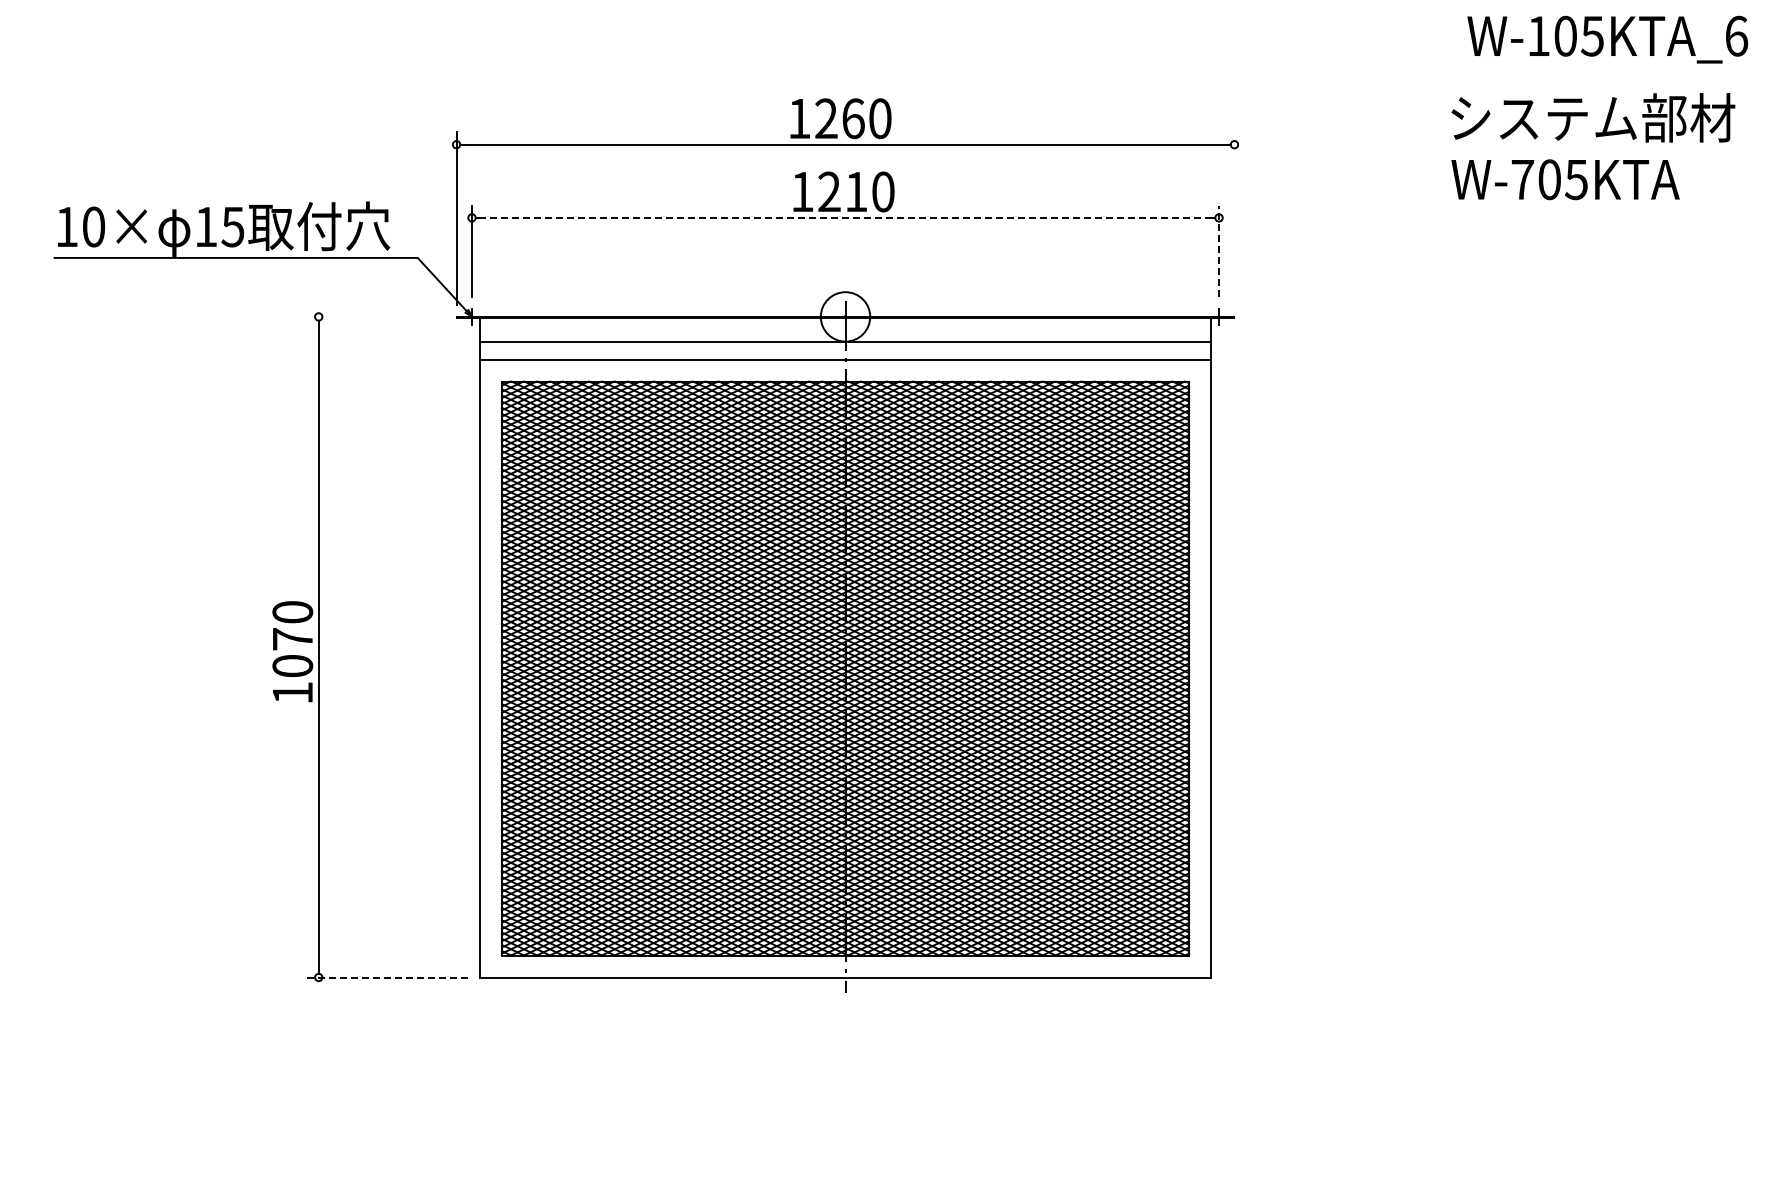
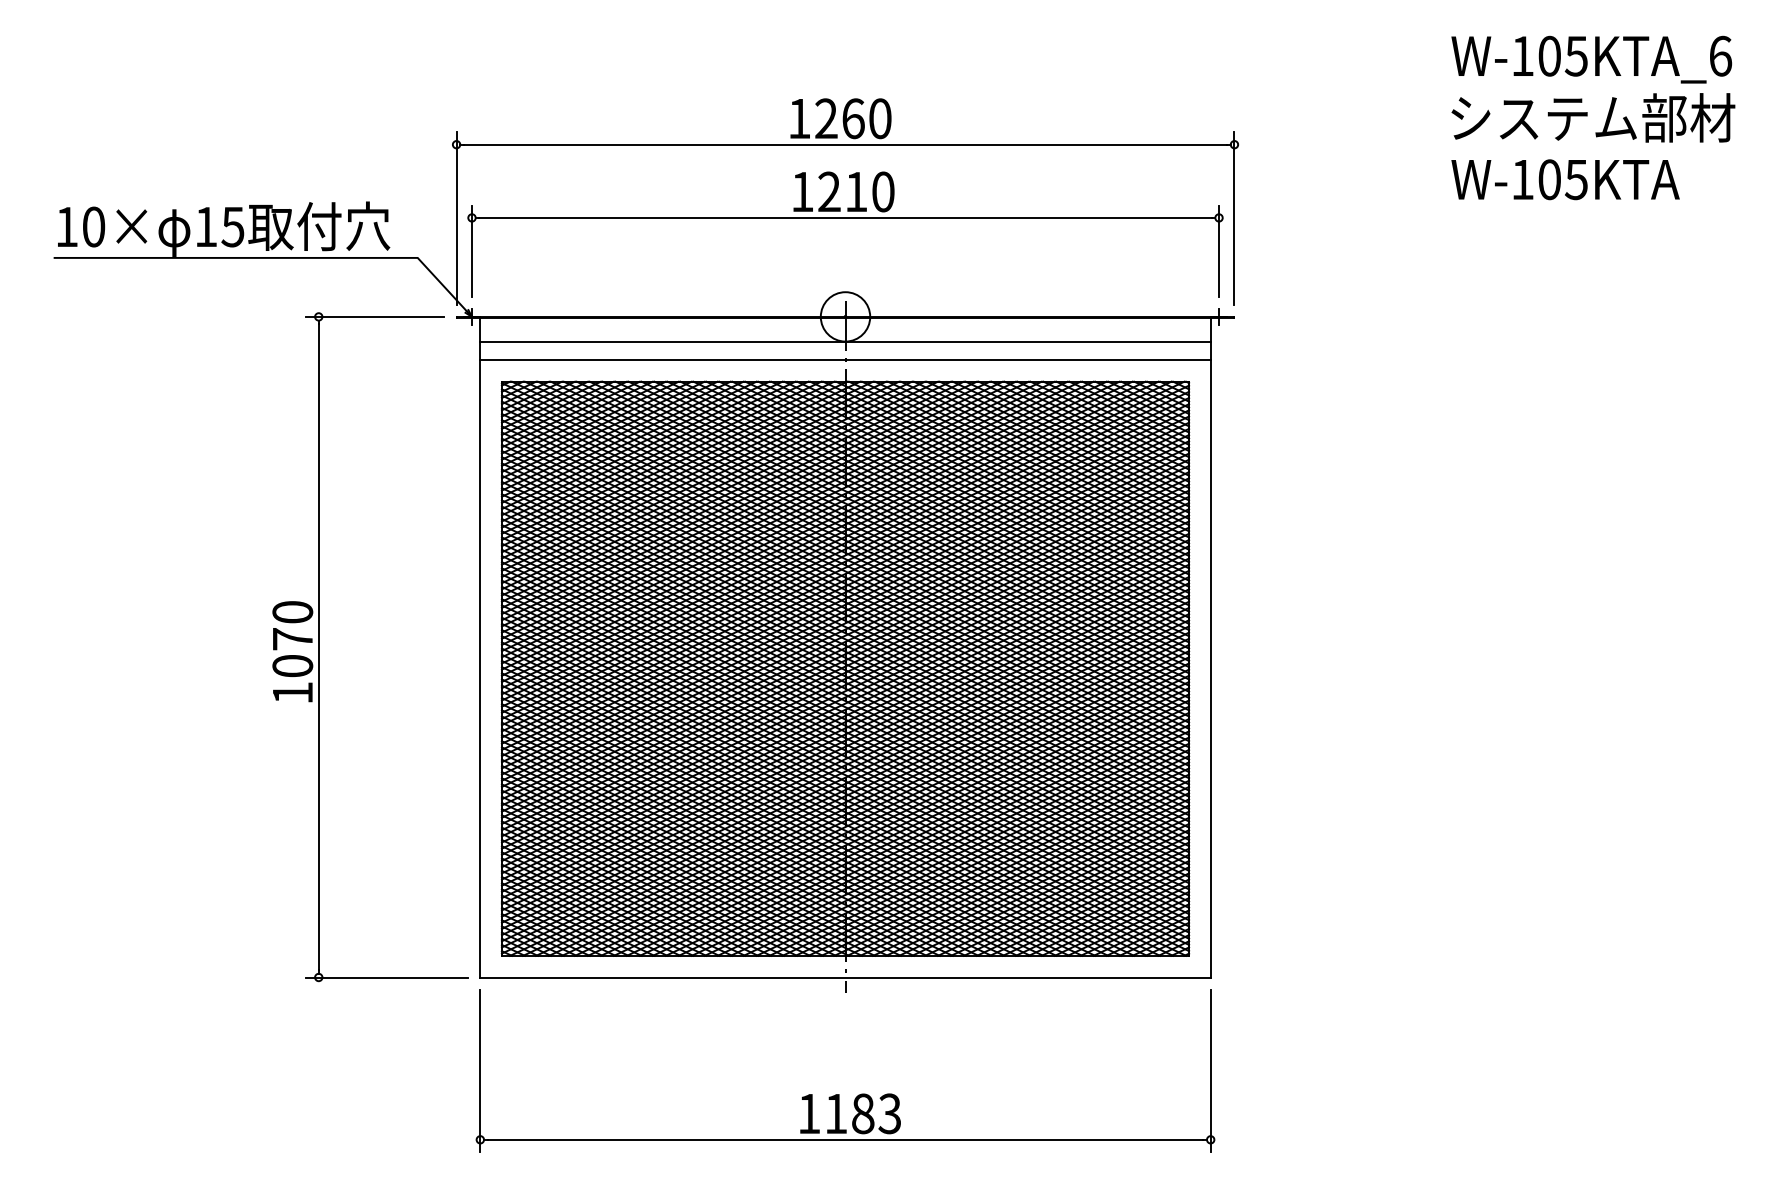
text at (1607, 39) position: (1607, 39) -> (1591, 59)
text at (1522, 179): W-705KTA -> W-105KTA
line at (845, 217): dashed -> solid
line at (1234, 218): none -> present
line at (1219, 251): dashed -> solid
line at (375, 316): none -> present
line at (387, 977): dashed -> solid
part at (839, 1094): none -> present
